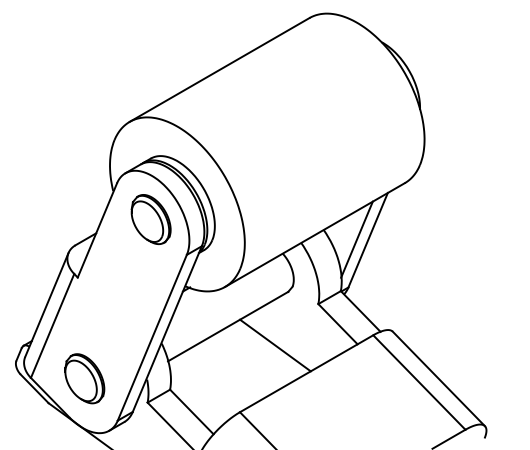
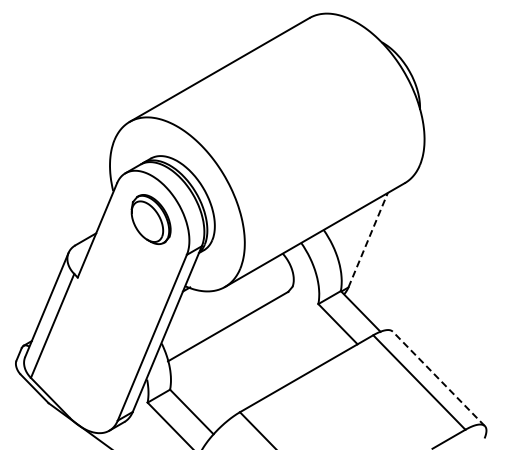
line at (356, 239): present -> none
line at (368, 239): solid -> dashed
line at (275, 345): present -> none
part at (84, 378): present -> none
line at (438, 378): solid -> dashed
